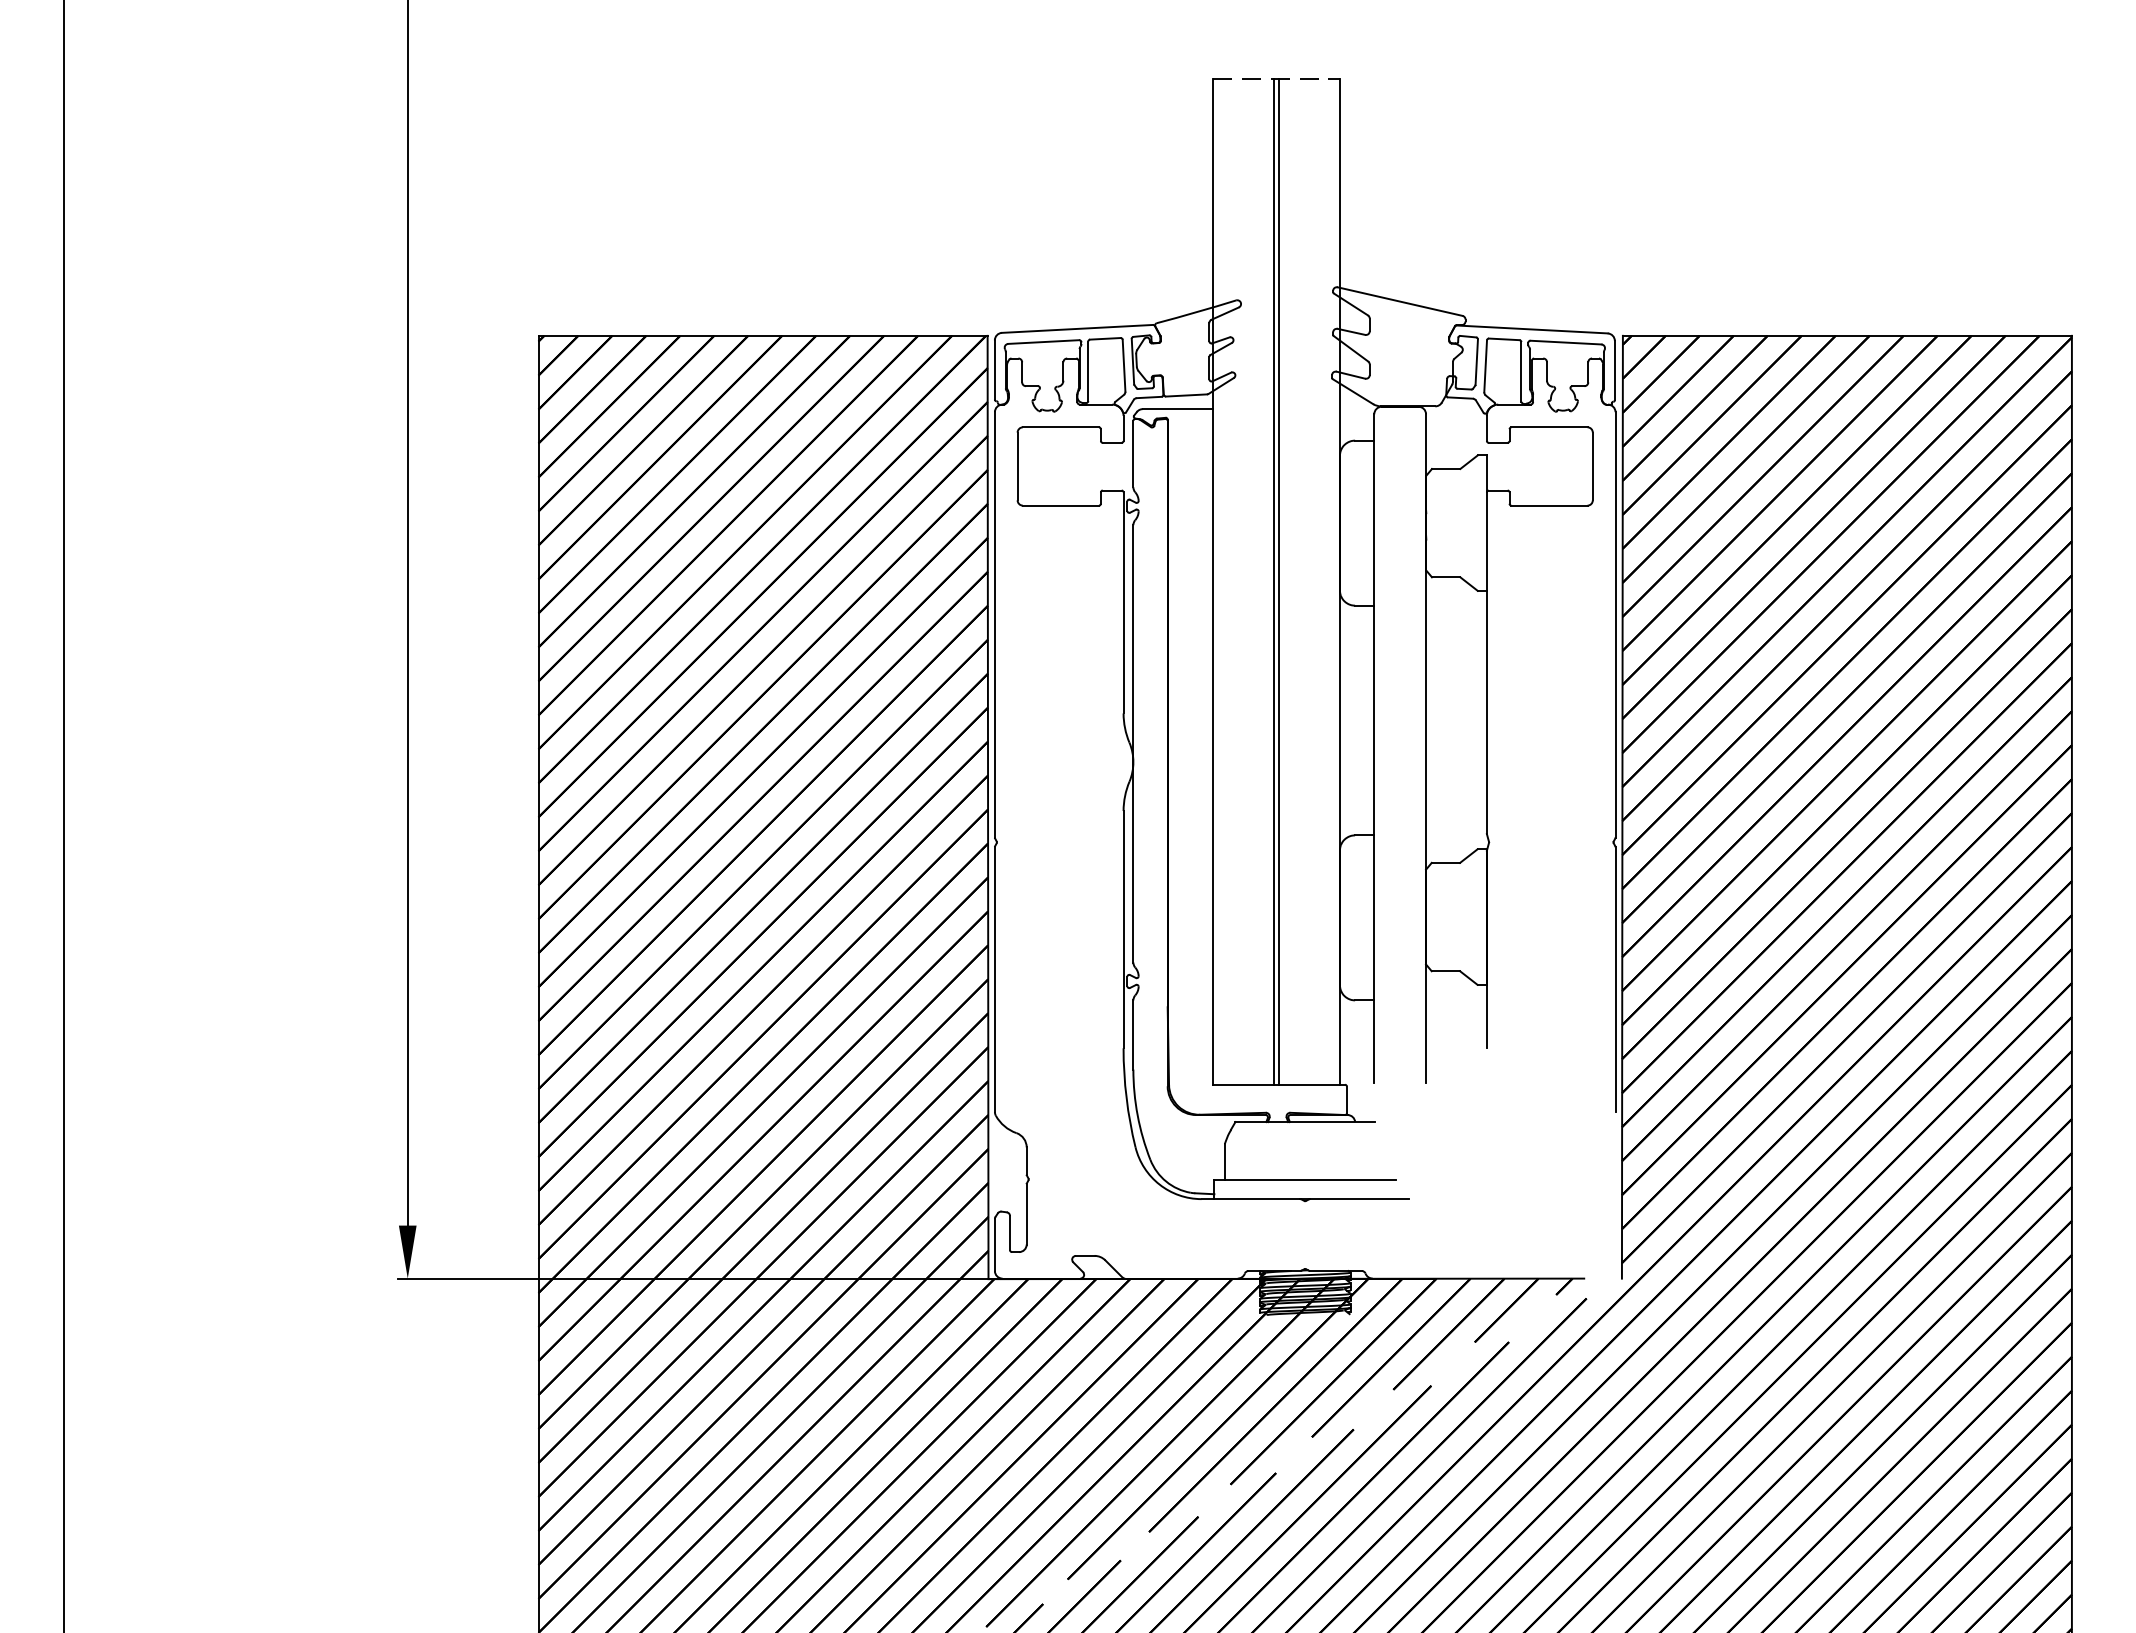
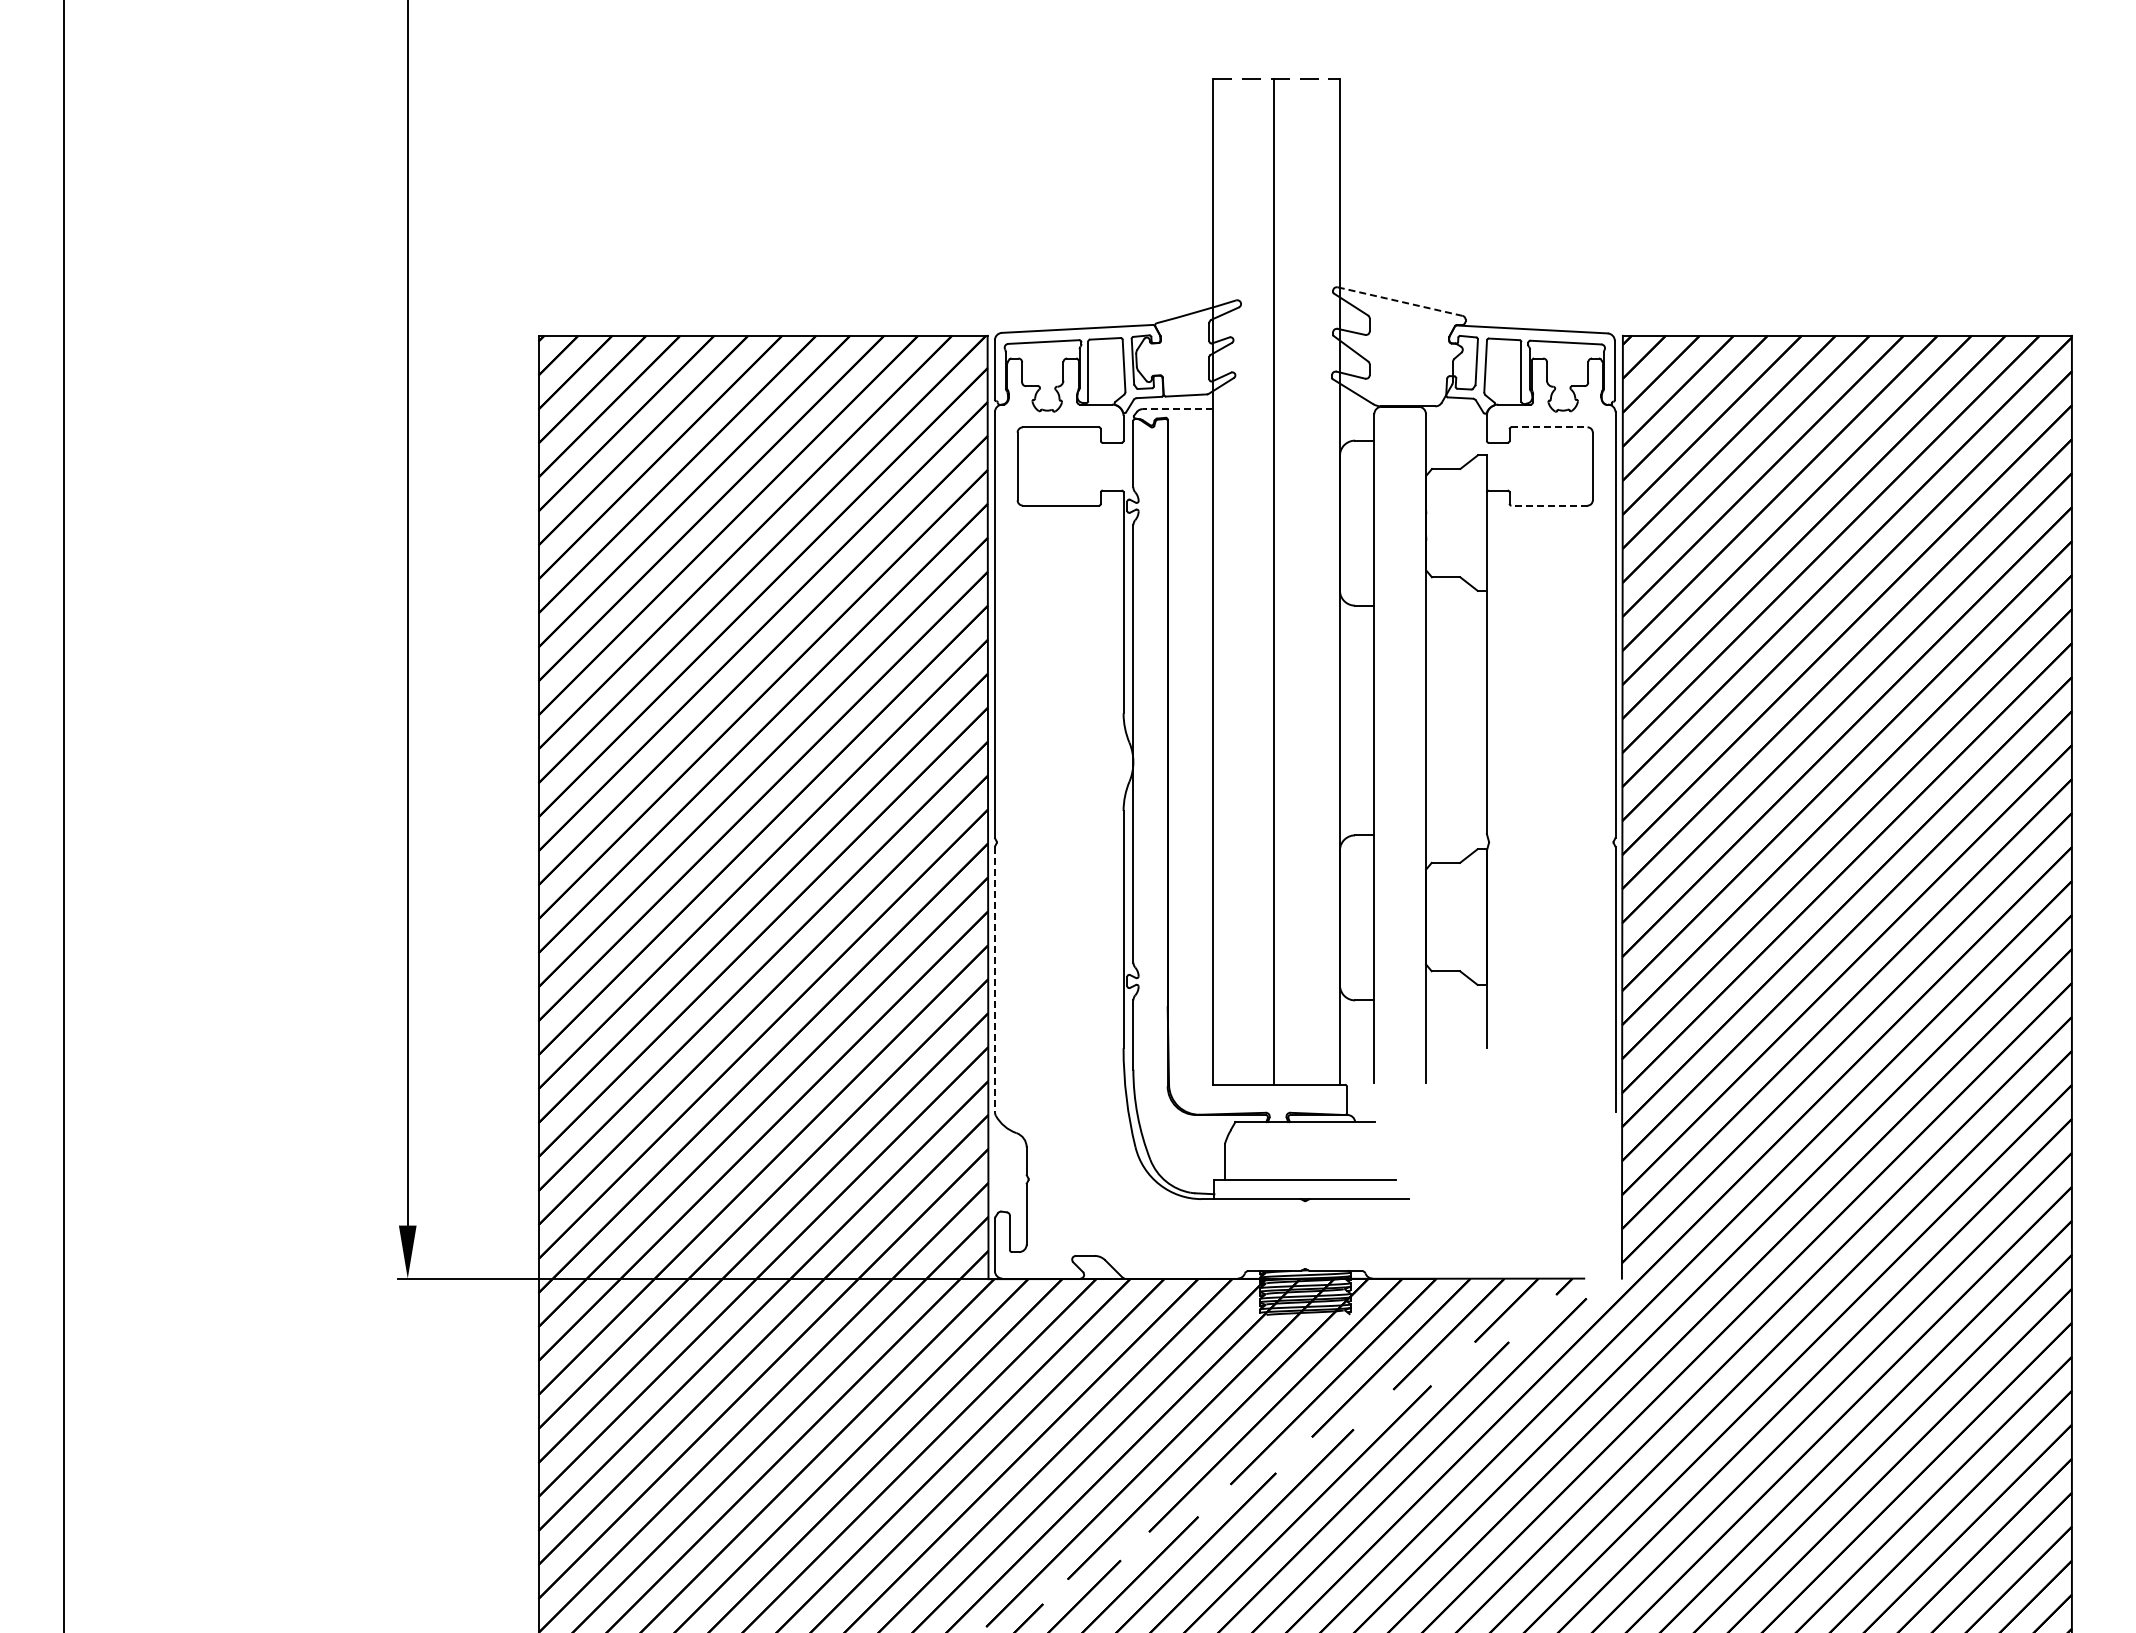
line at (1399, 301): solid -> dashed
line at (1177, 409): solid -> dashed
line at (1549, 427): solid -> dashed
line at (1549, 505): solid -> dashed
line at (1279, 581): present -> none
line at (994, 980): solid -> dashed
